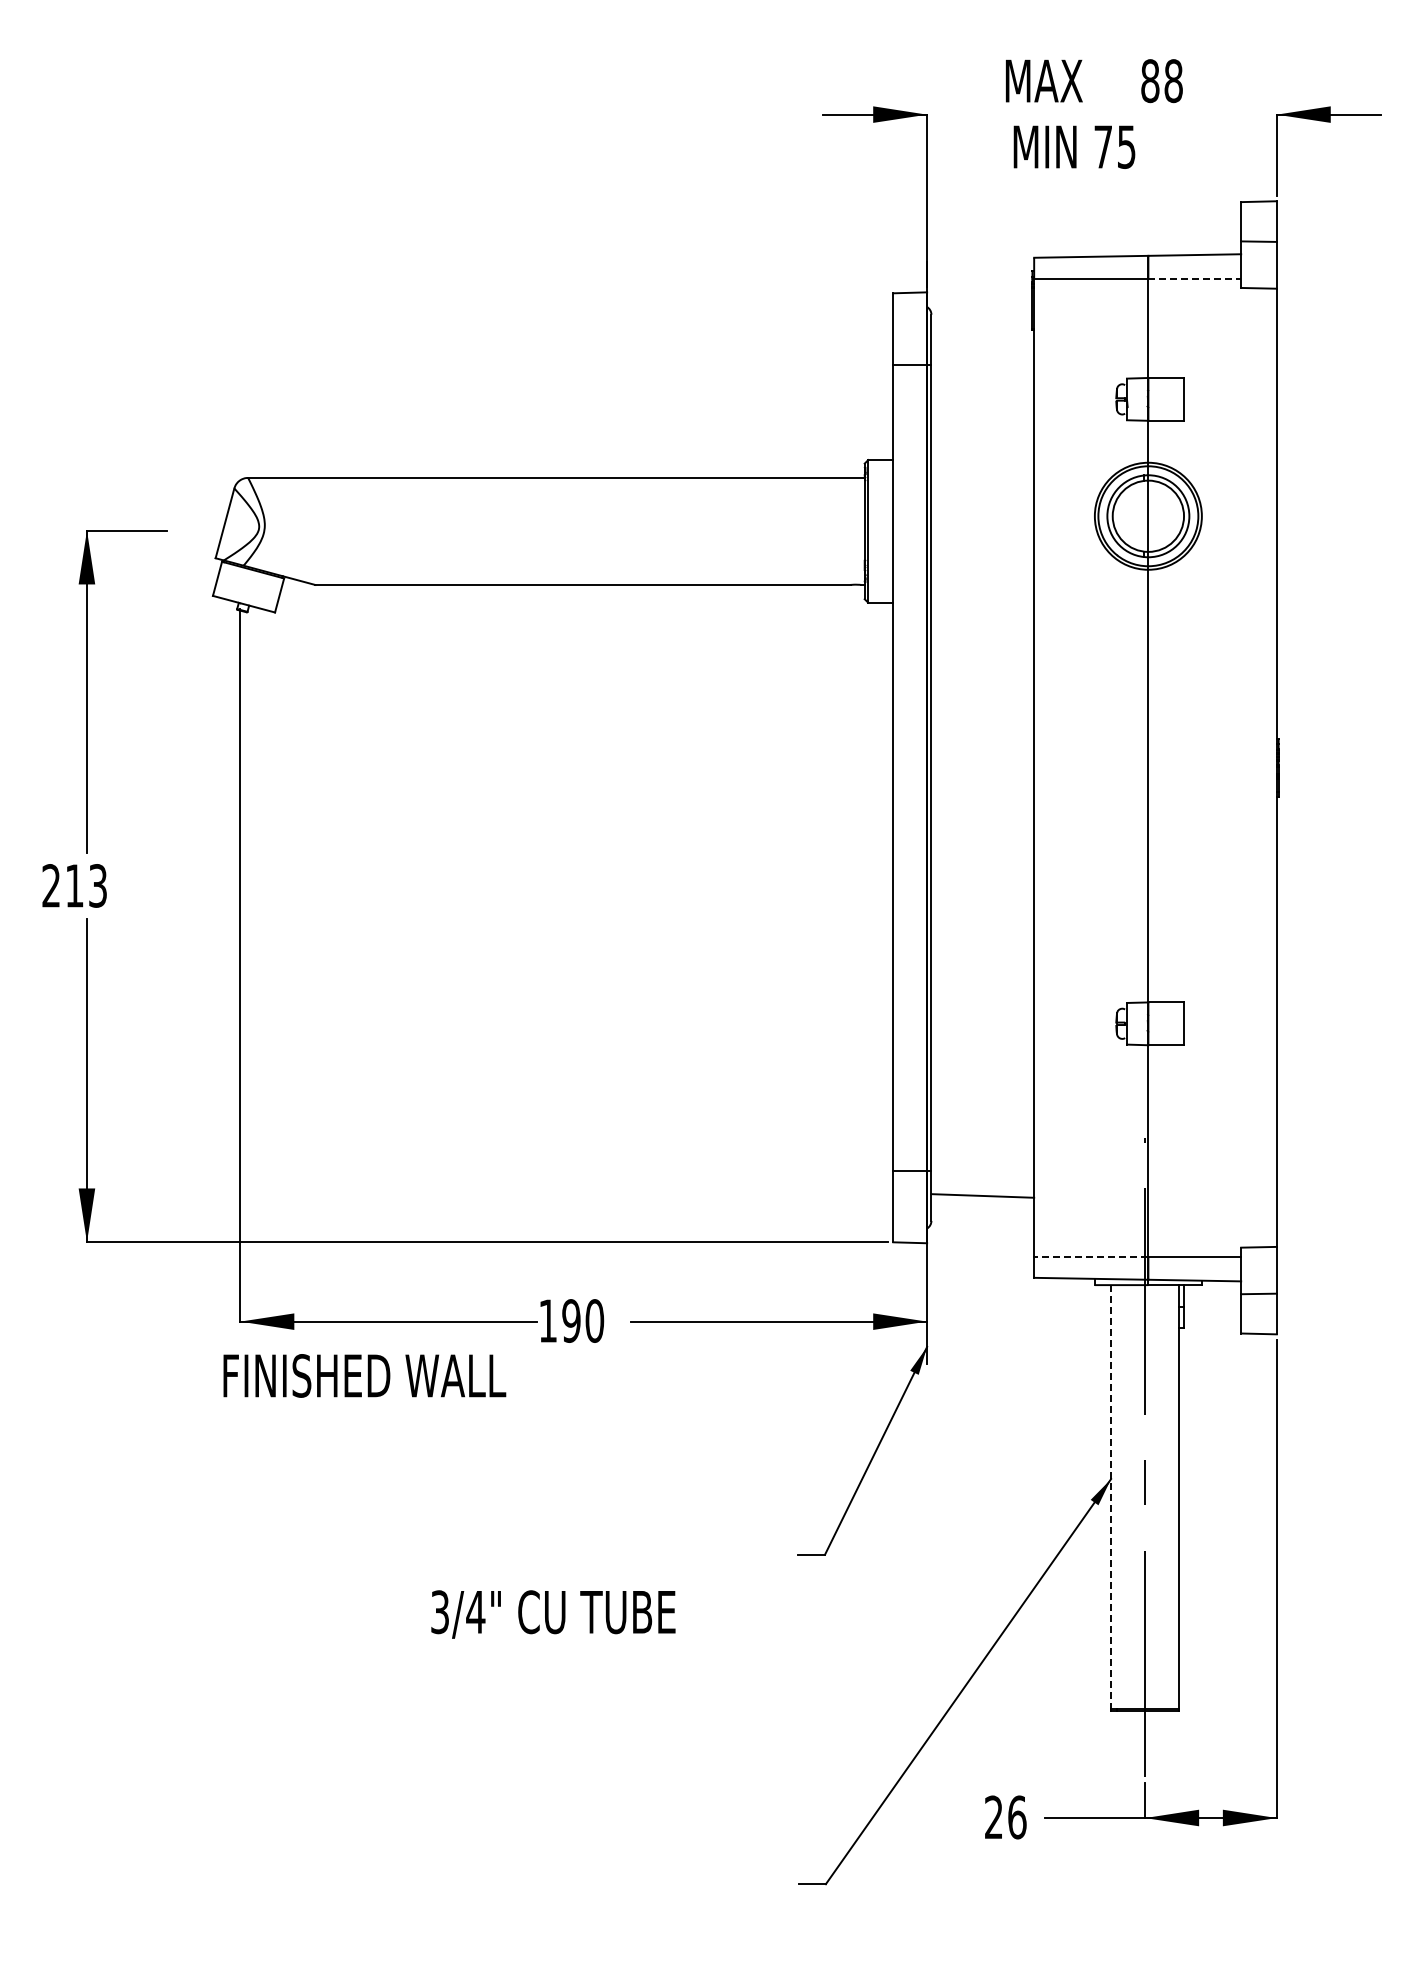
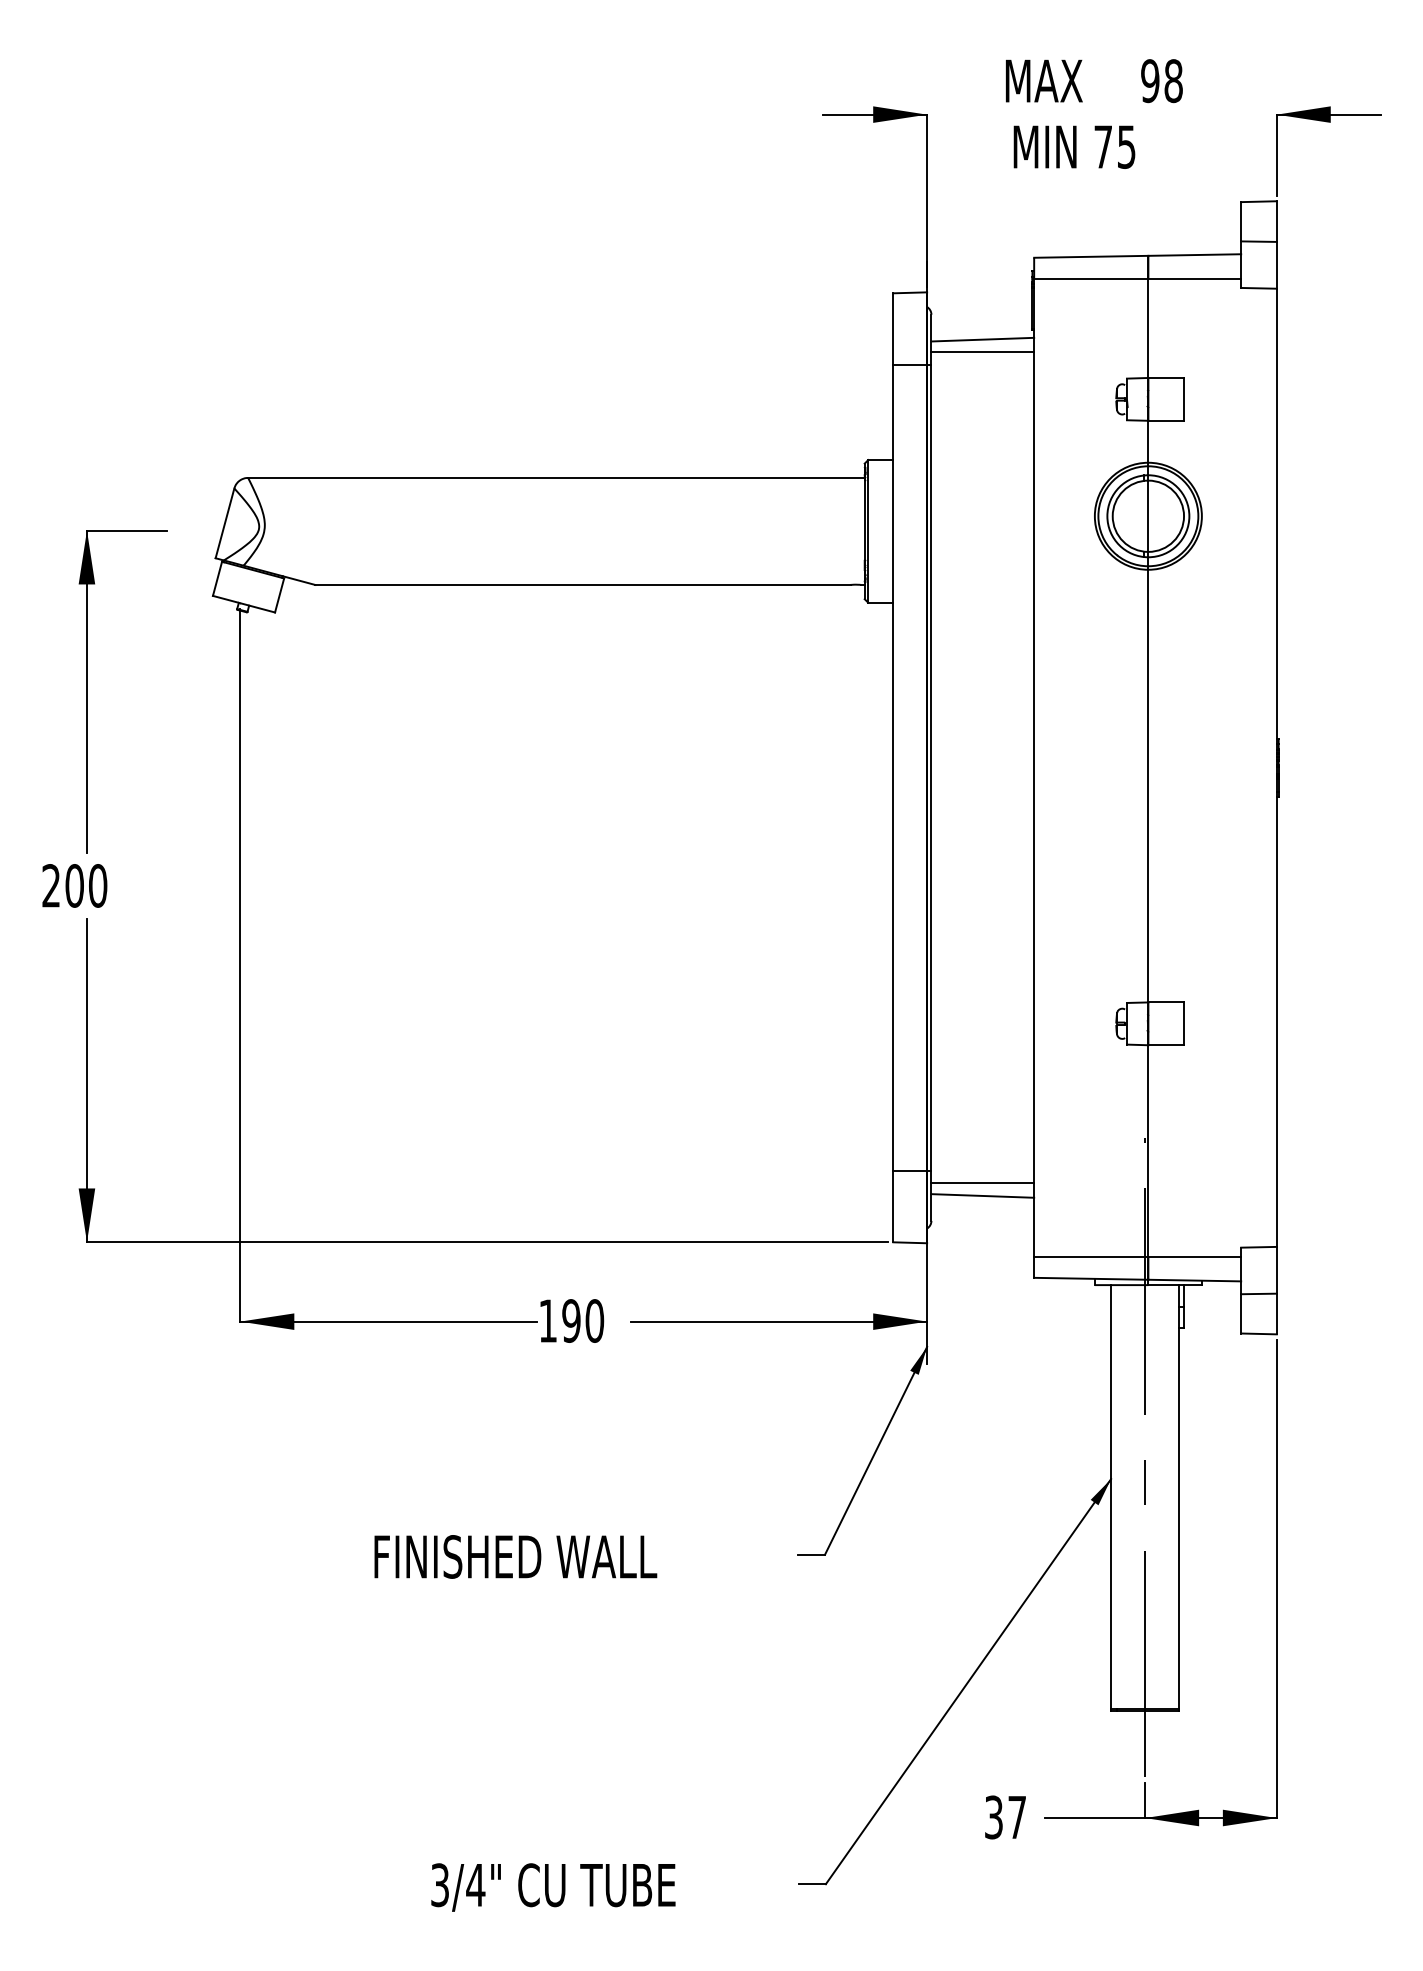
text at (1150, 81): 88 -> 98
line at (1195, 278): dashed -> solid
line at (982, 339): none -> present
line at (982, 352): none -> present
text at (86, 885): 213 -> 200
line at (982, 1183): none -> present
line at (1090, 1256): dashed -> solid
text at (364, 1375) position: (364, 1375) -> (515, 1556)
line at (1111, 1497): dashed -> solid
text at (553, 1614) position: (553, 1614) -> (553, 1887)
text at (1005, 1817): 26 -> 37
